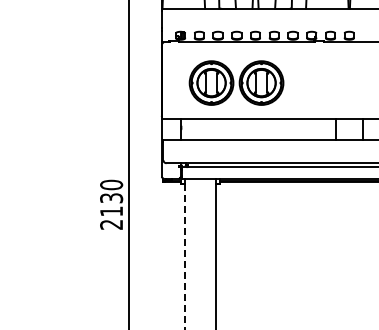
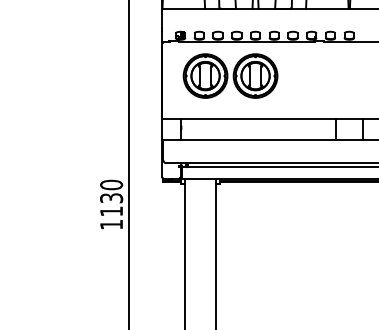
part at (236, 82) position: (236, 82) -> (230, 75)
text at (111, 224): 2130 -> 1130
line at (184, 256): dashed -> solid
